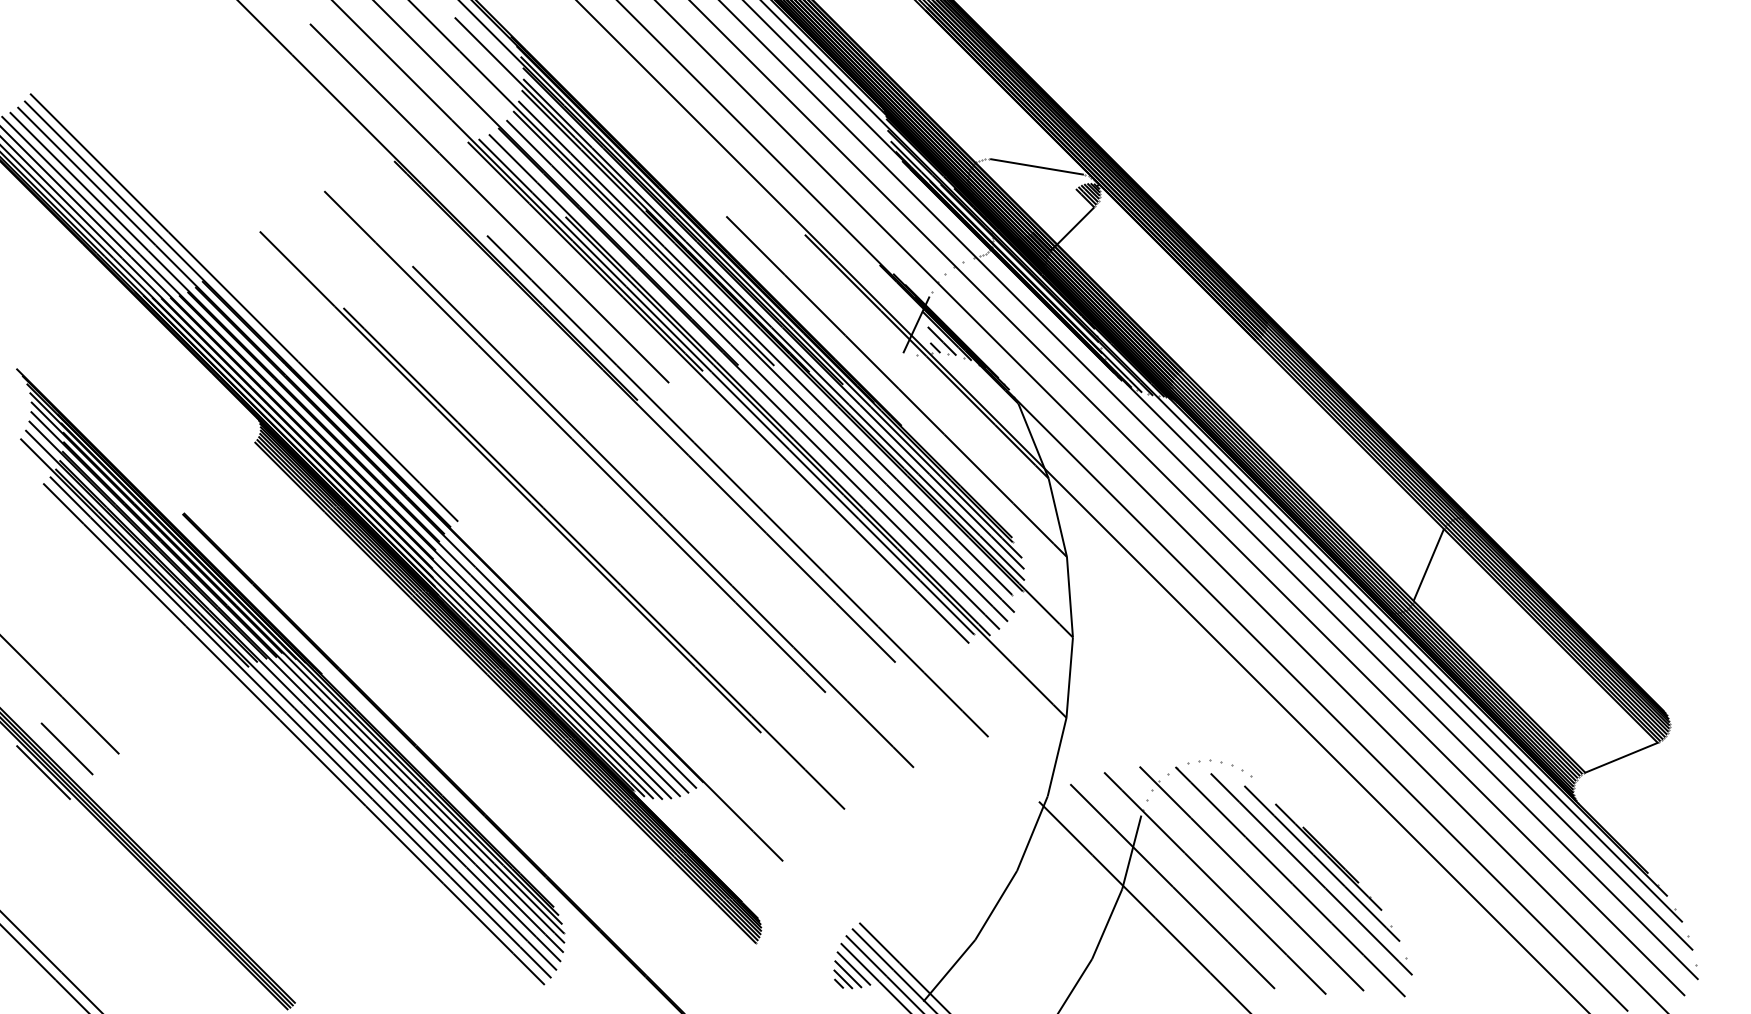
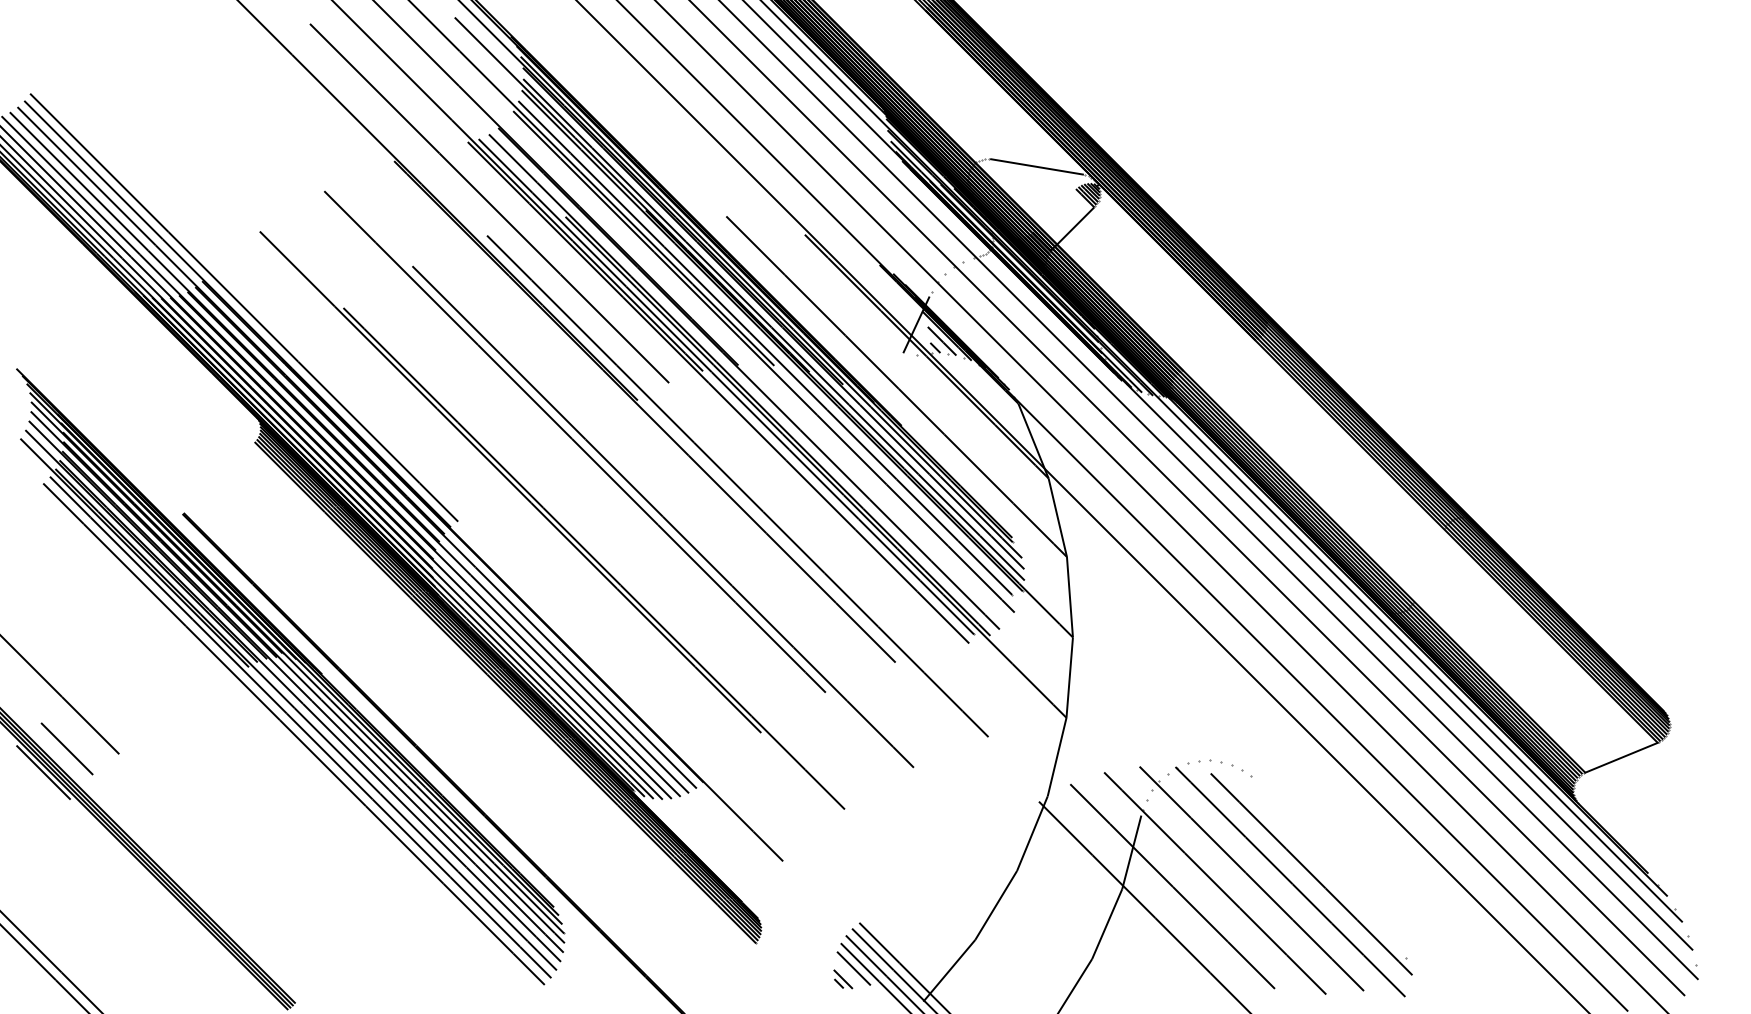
line at (757, 370): present -> none
line at (1428, 564): present -> none
part at (1322, 863): present -> none
line at (847, 973): present -> none
